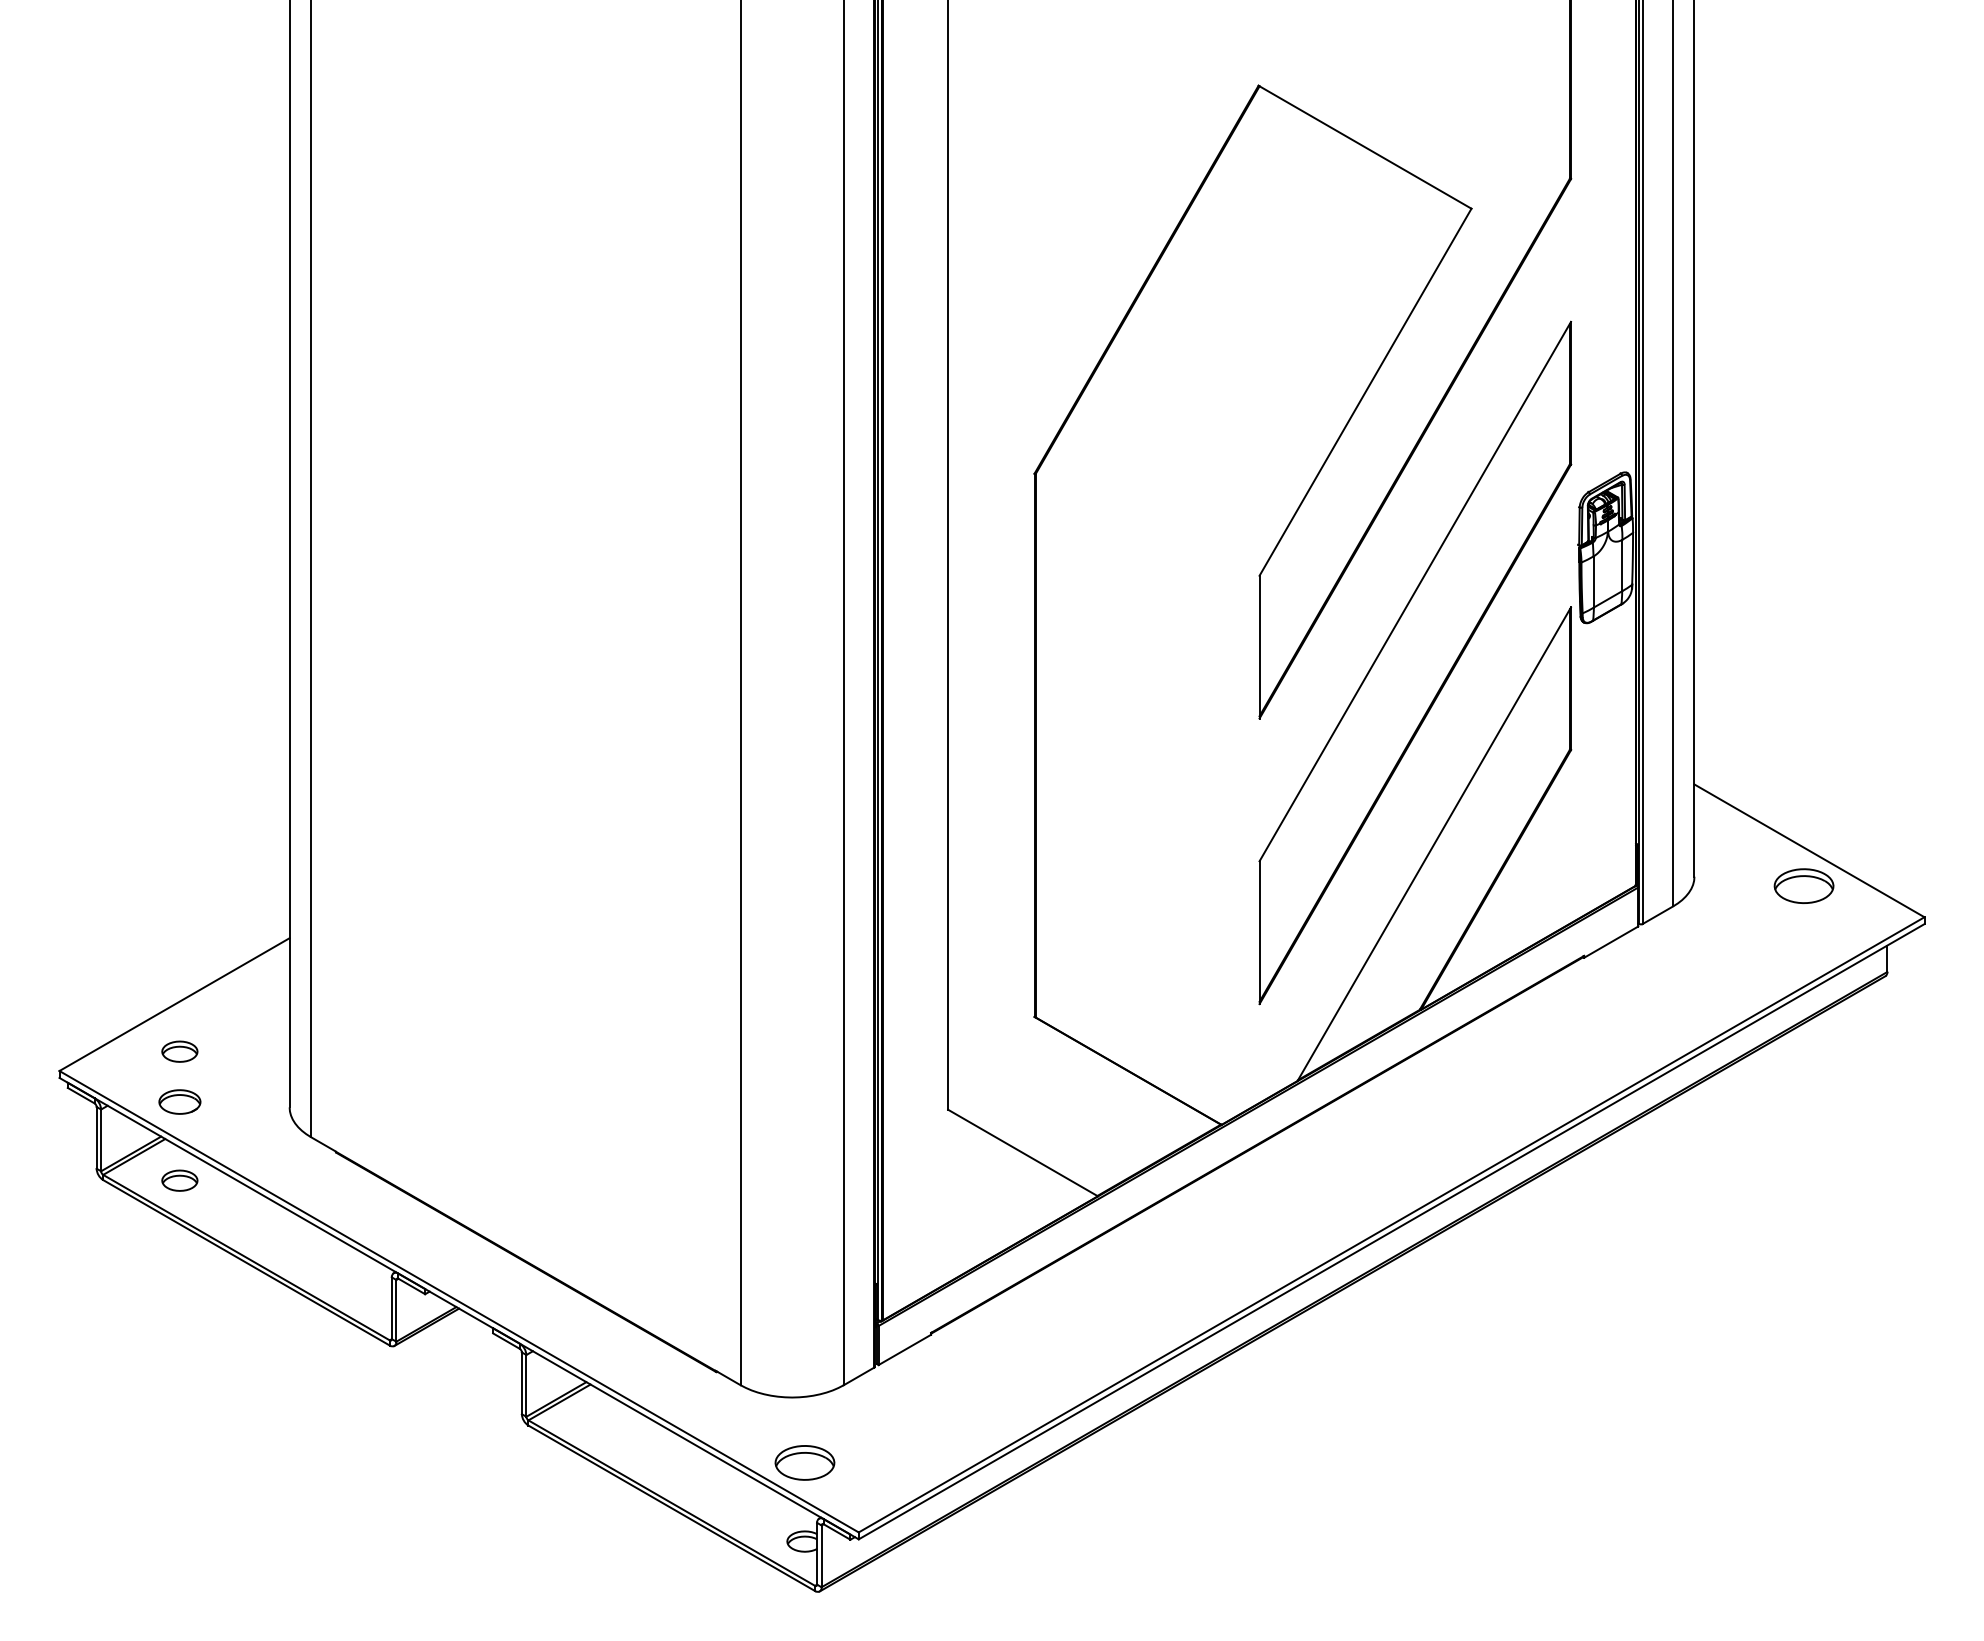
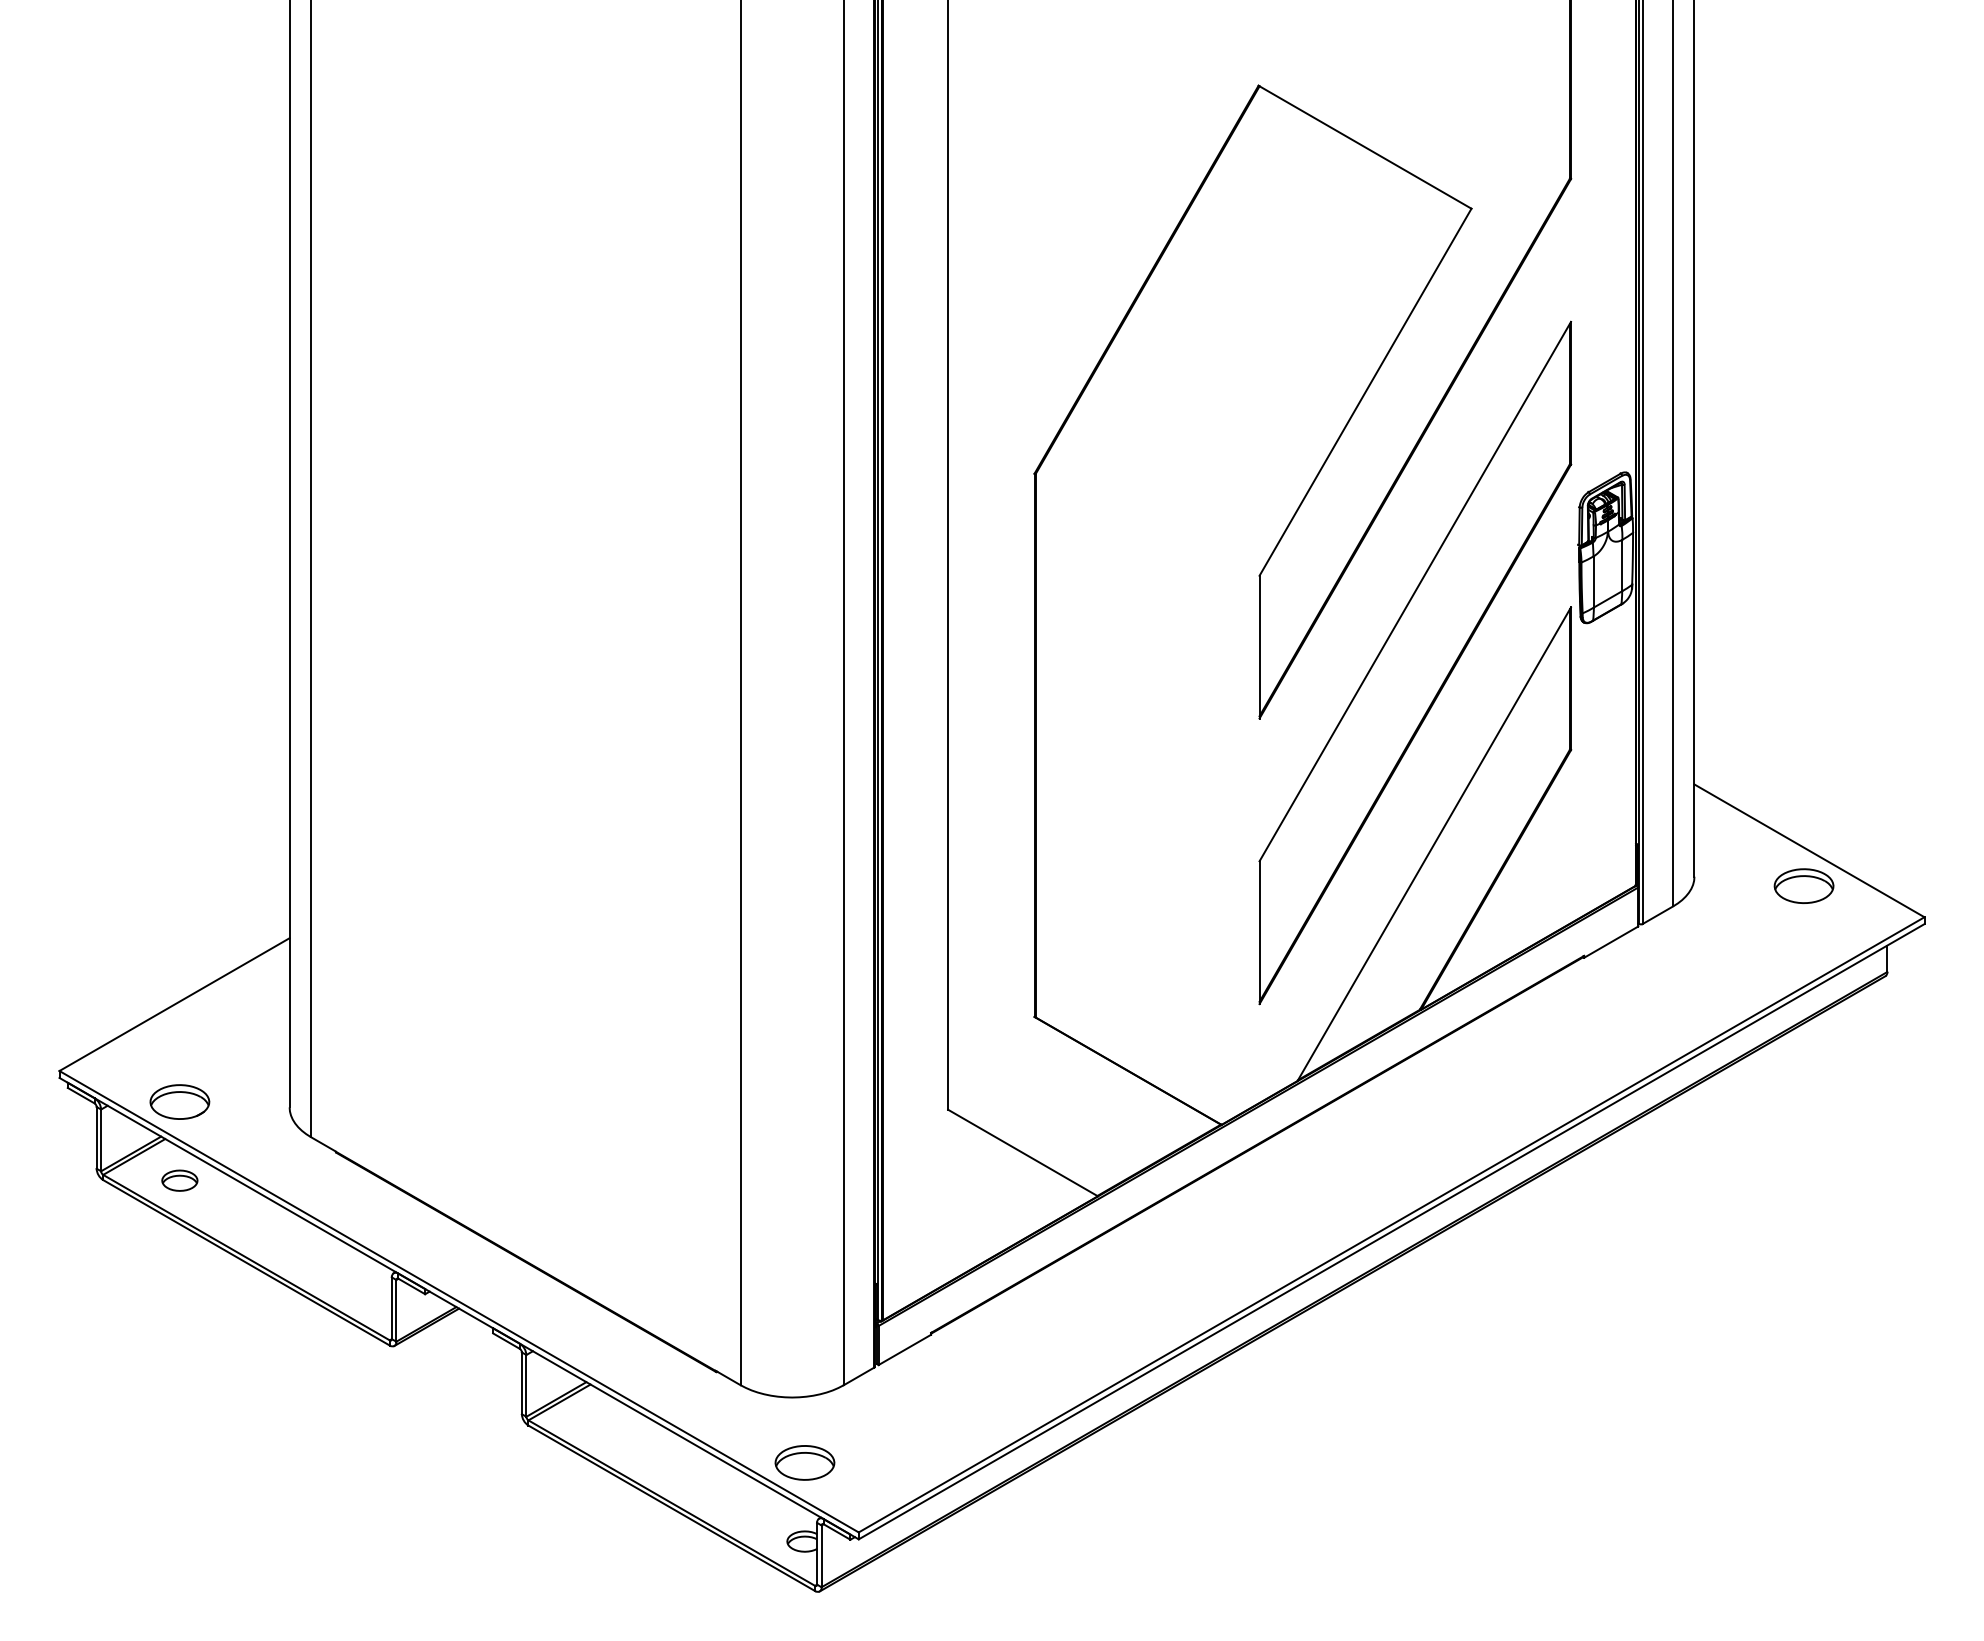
part at (179, 1051): present -> none
part at (179, 1101) size: 44x26 px -> 62x36 px
